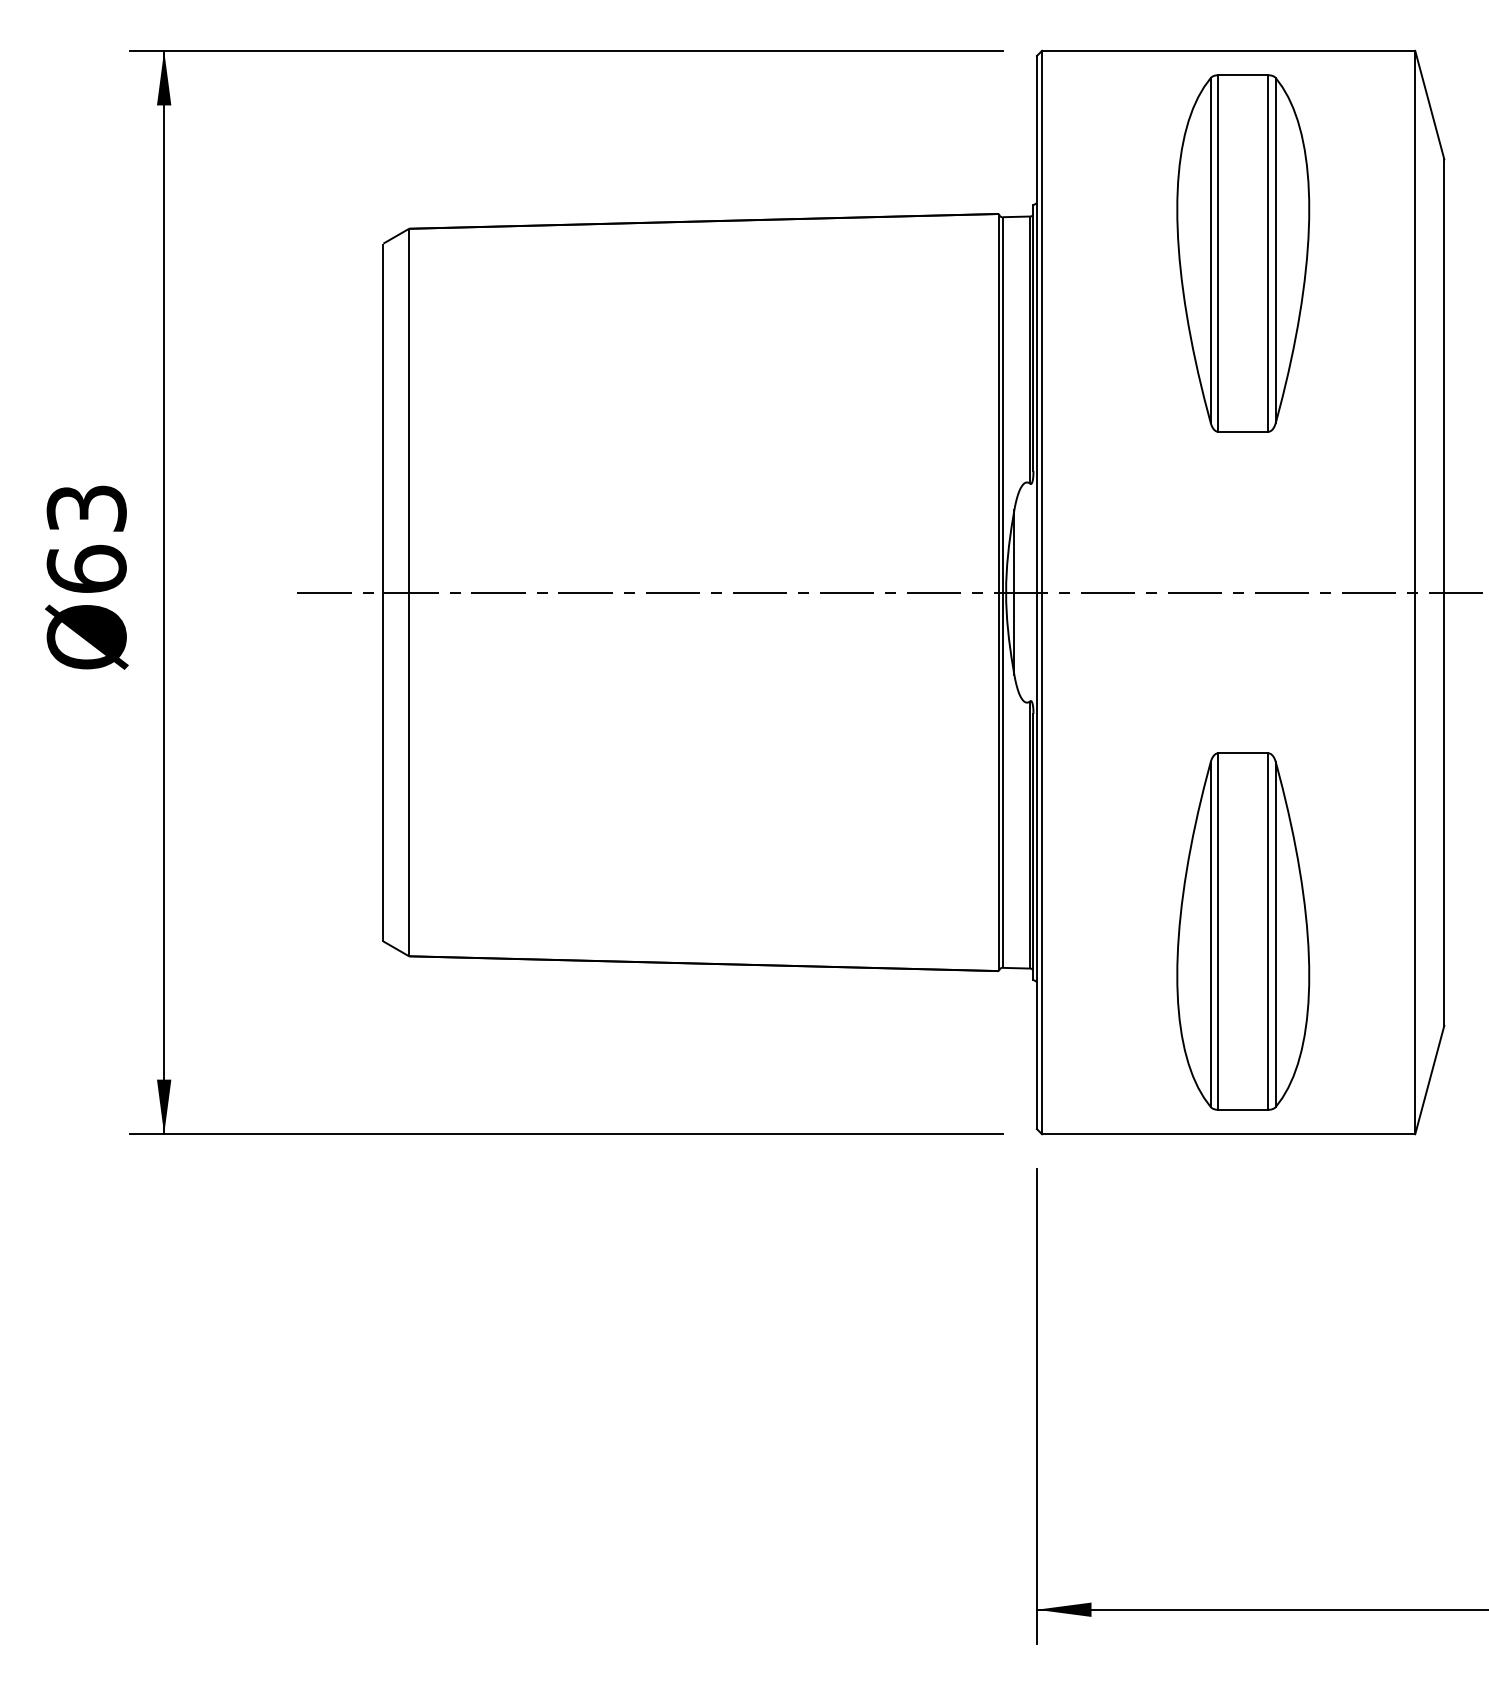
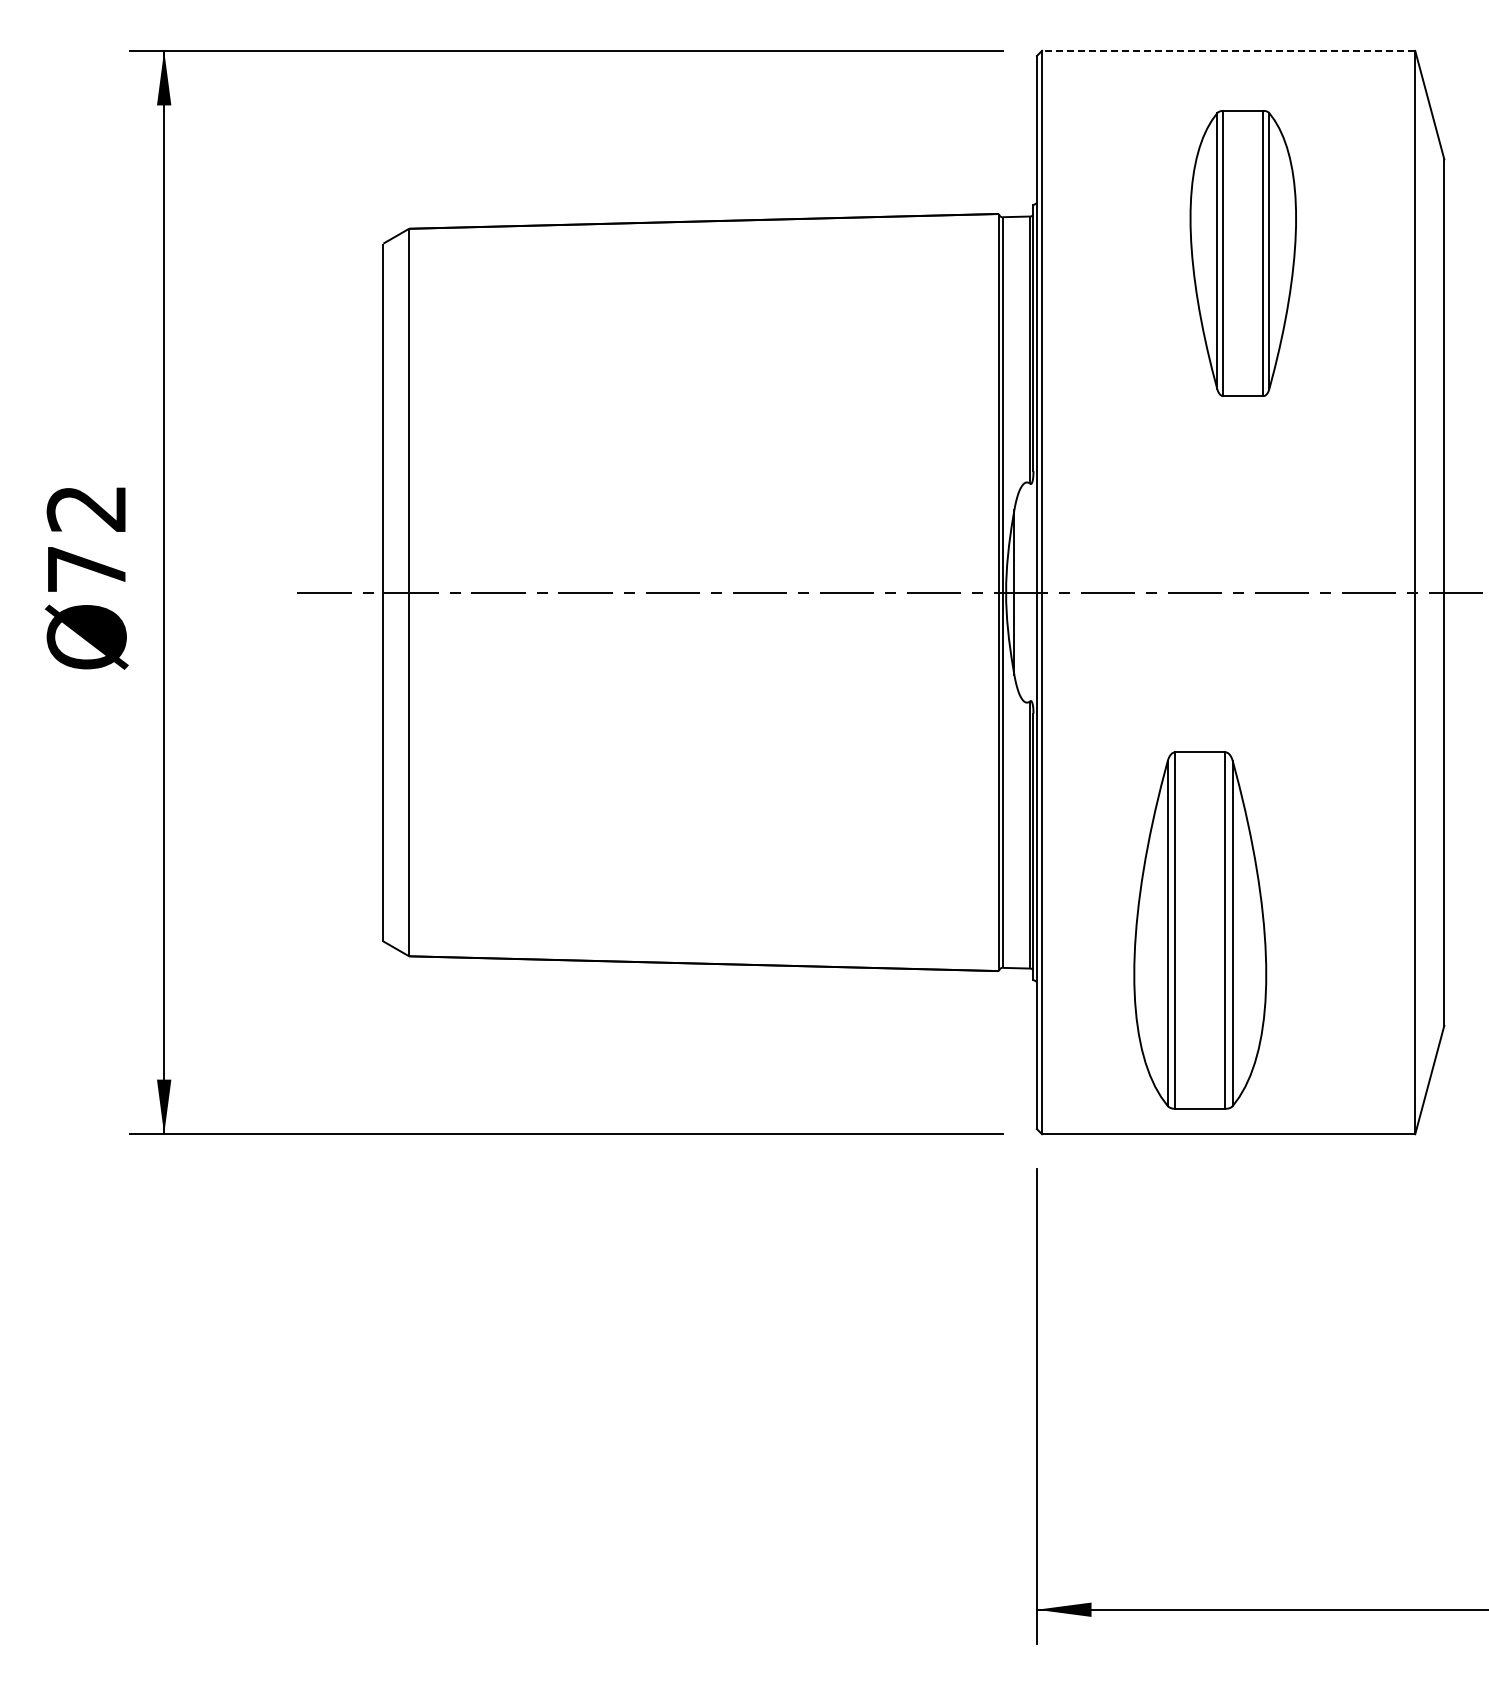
line at (1228, 50): solid -> dashed
part at (1243, 253) size: 135x359 px -> 108x287 px
text at (86, 538): Ø63 -> Ø72
part at (1243, 931) position: (1243, 931) -> (1200, 930)
